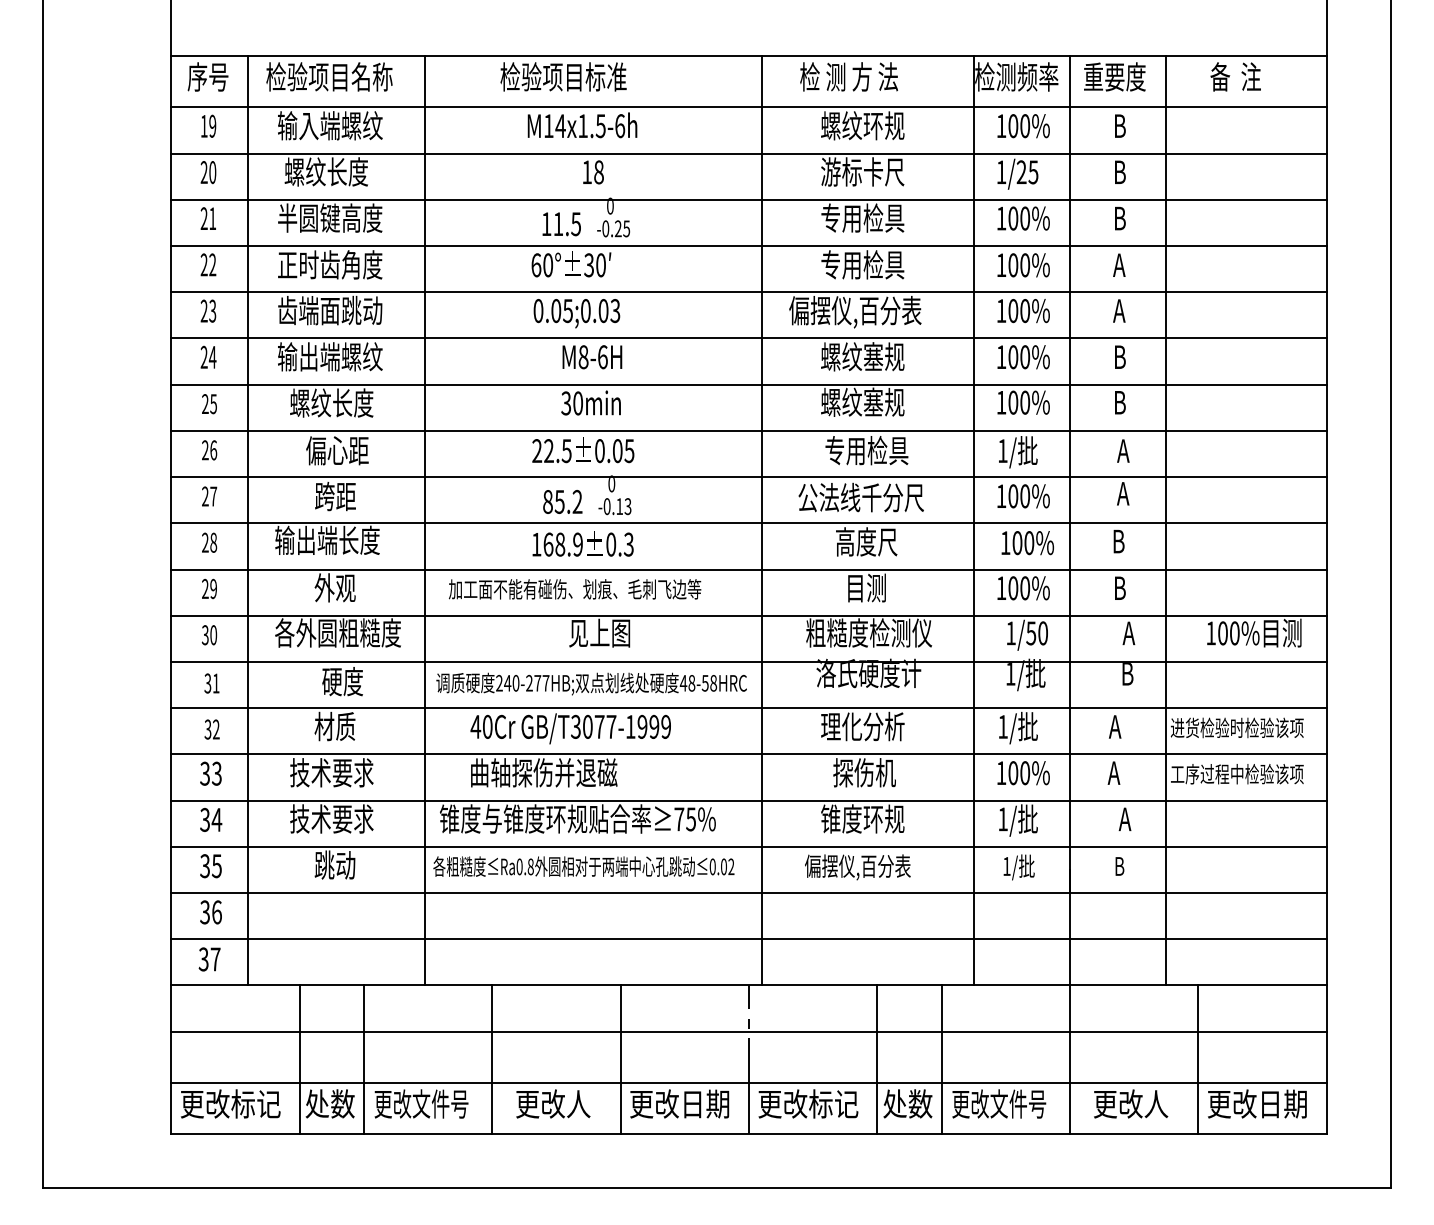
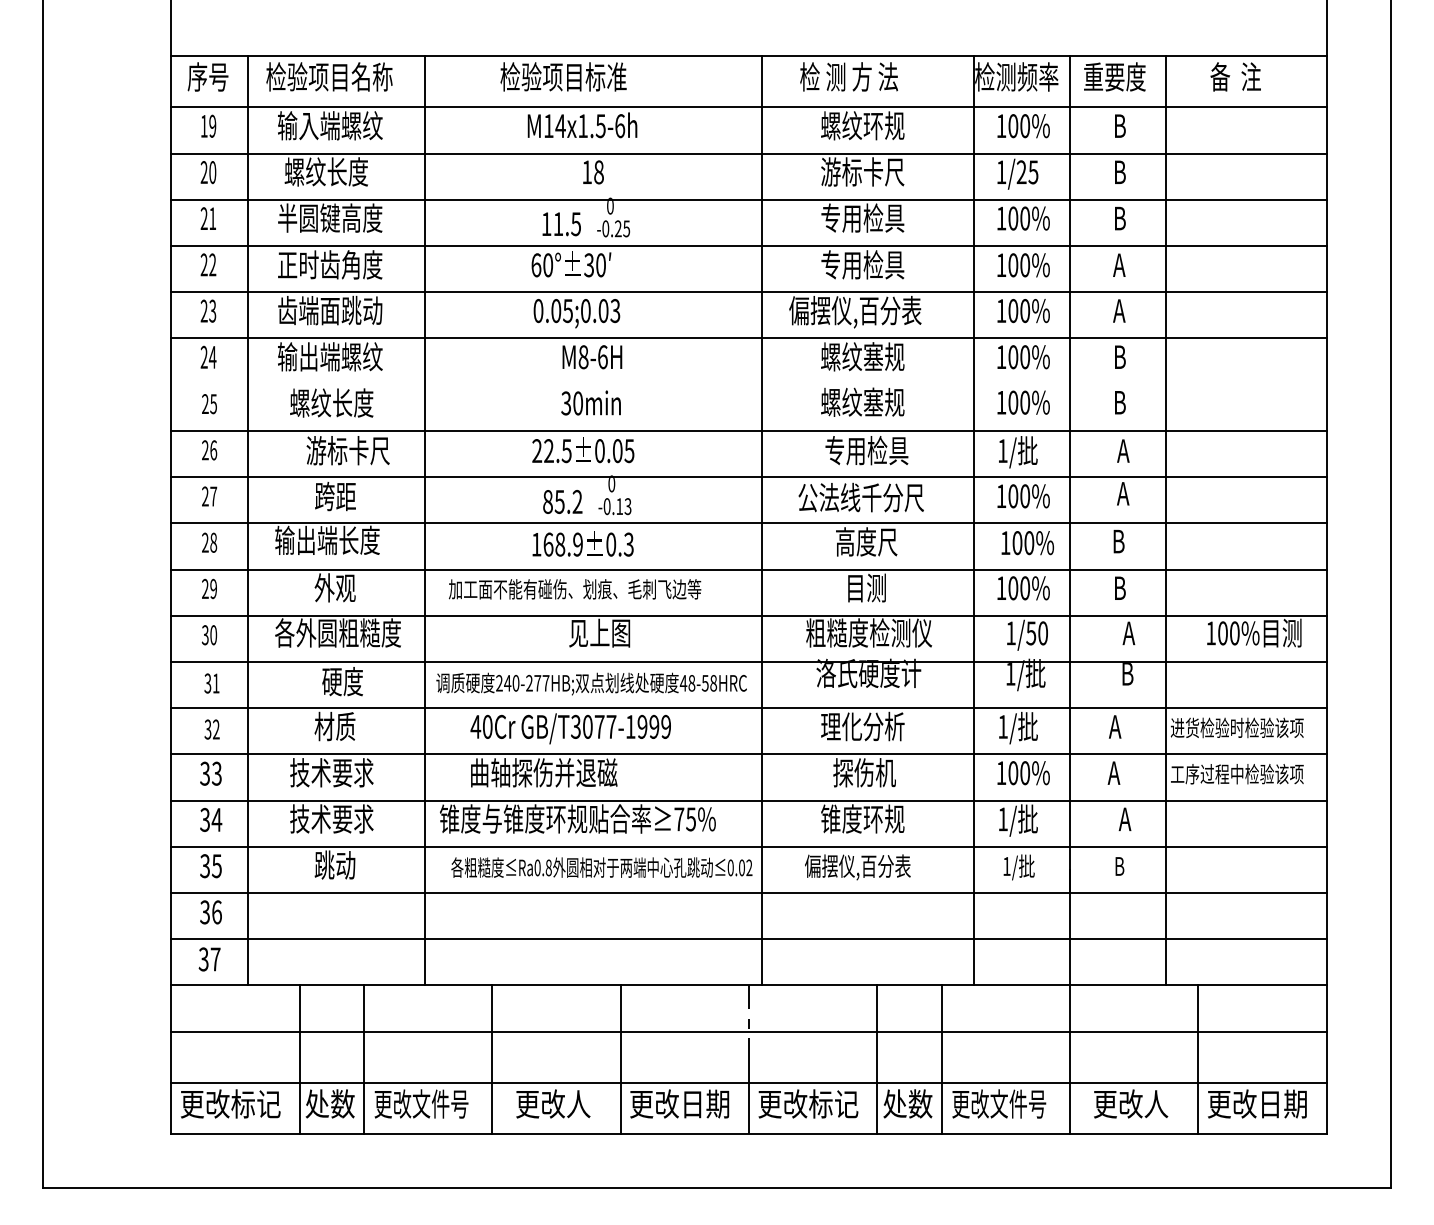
line at (748, 384): present -> none
text at (347, 450): 偏心距 -> 游标卡尺
text at (583, 866) position: (583, 866) -> (601, 867)
